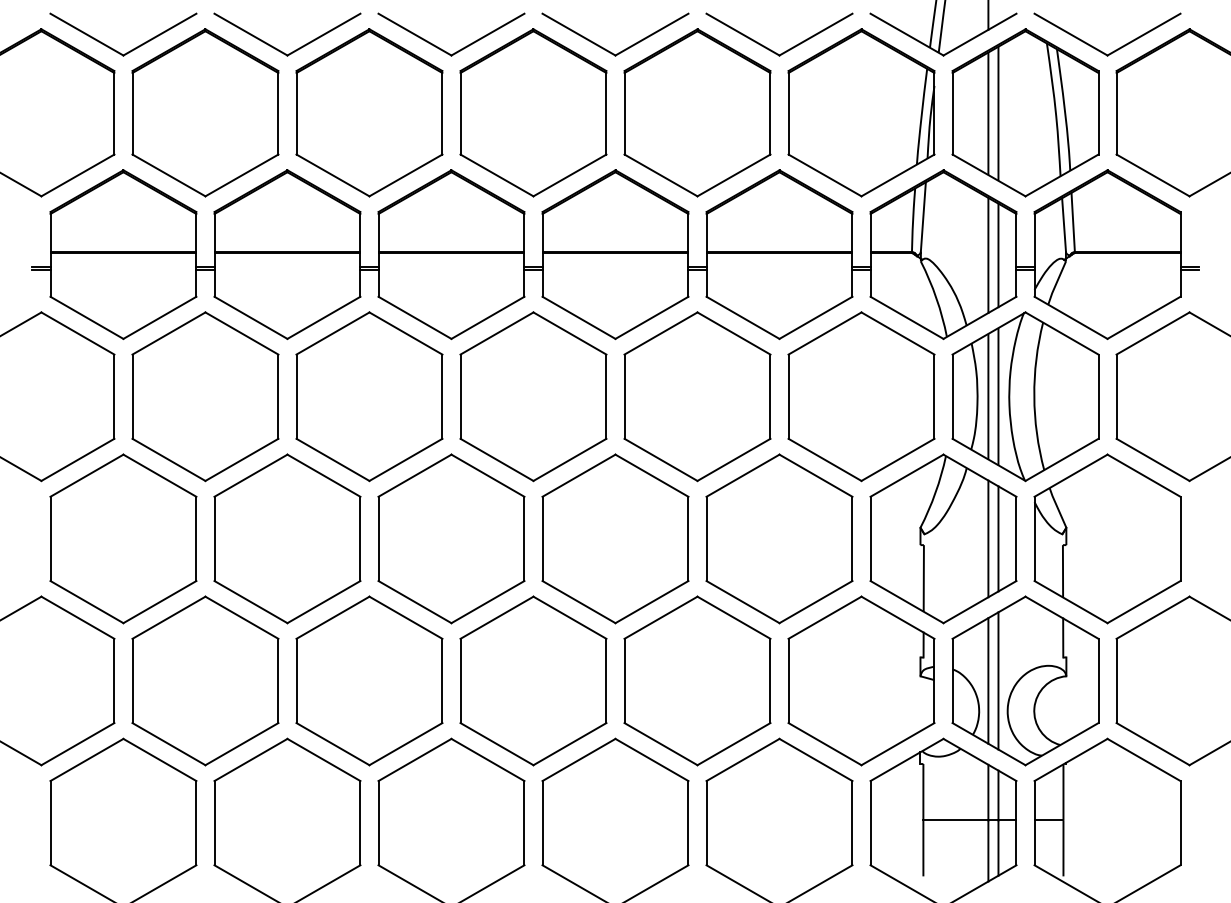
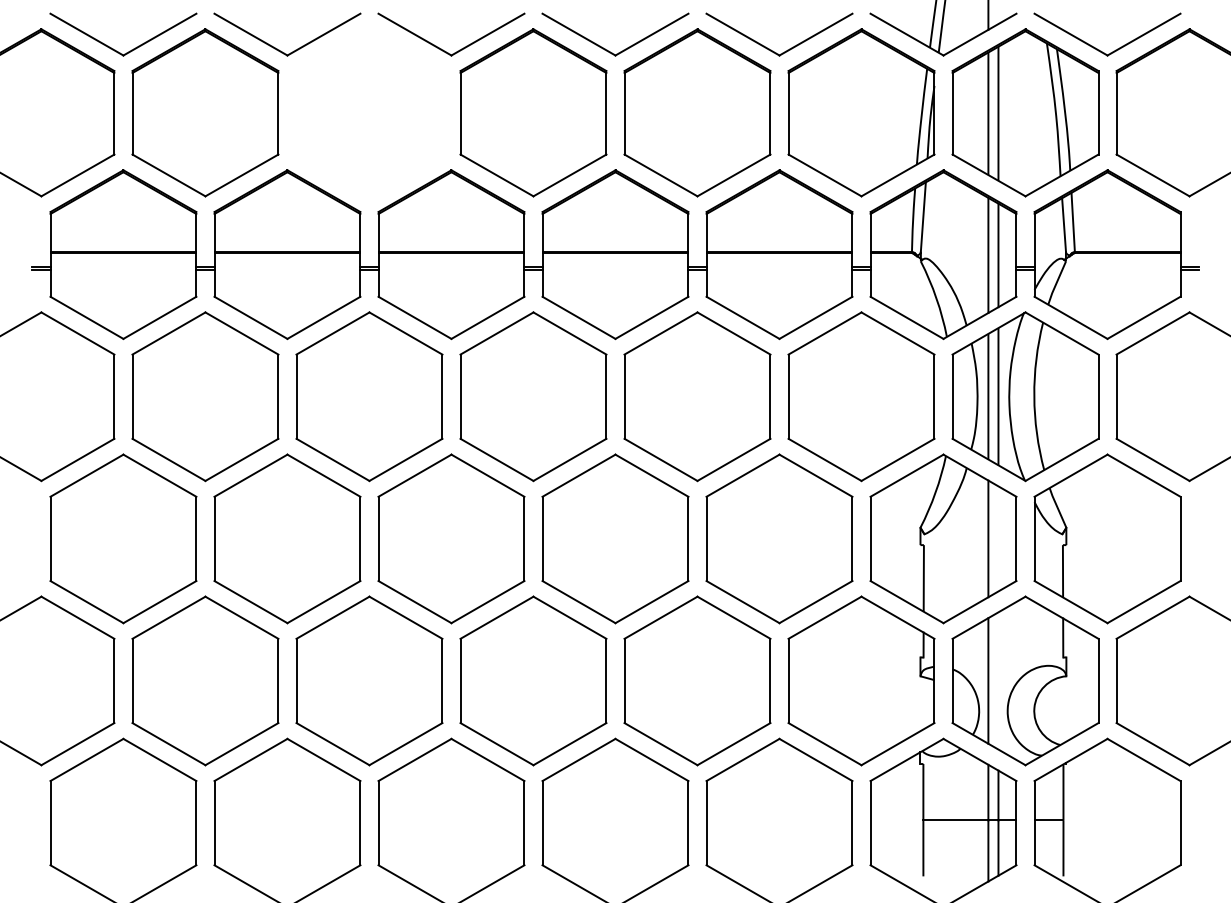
part at (369, 112): present -> none
line at (998, 538): present -> none
line at (998, 680): present -> none
